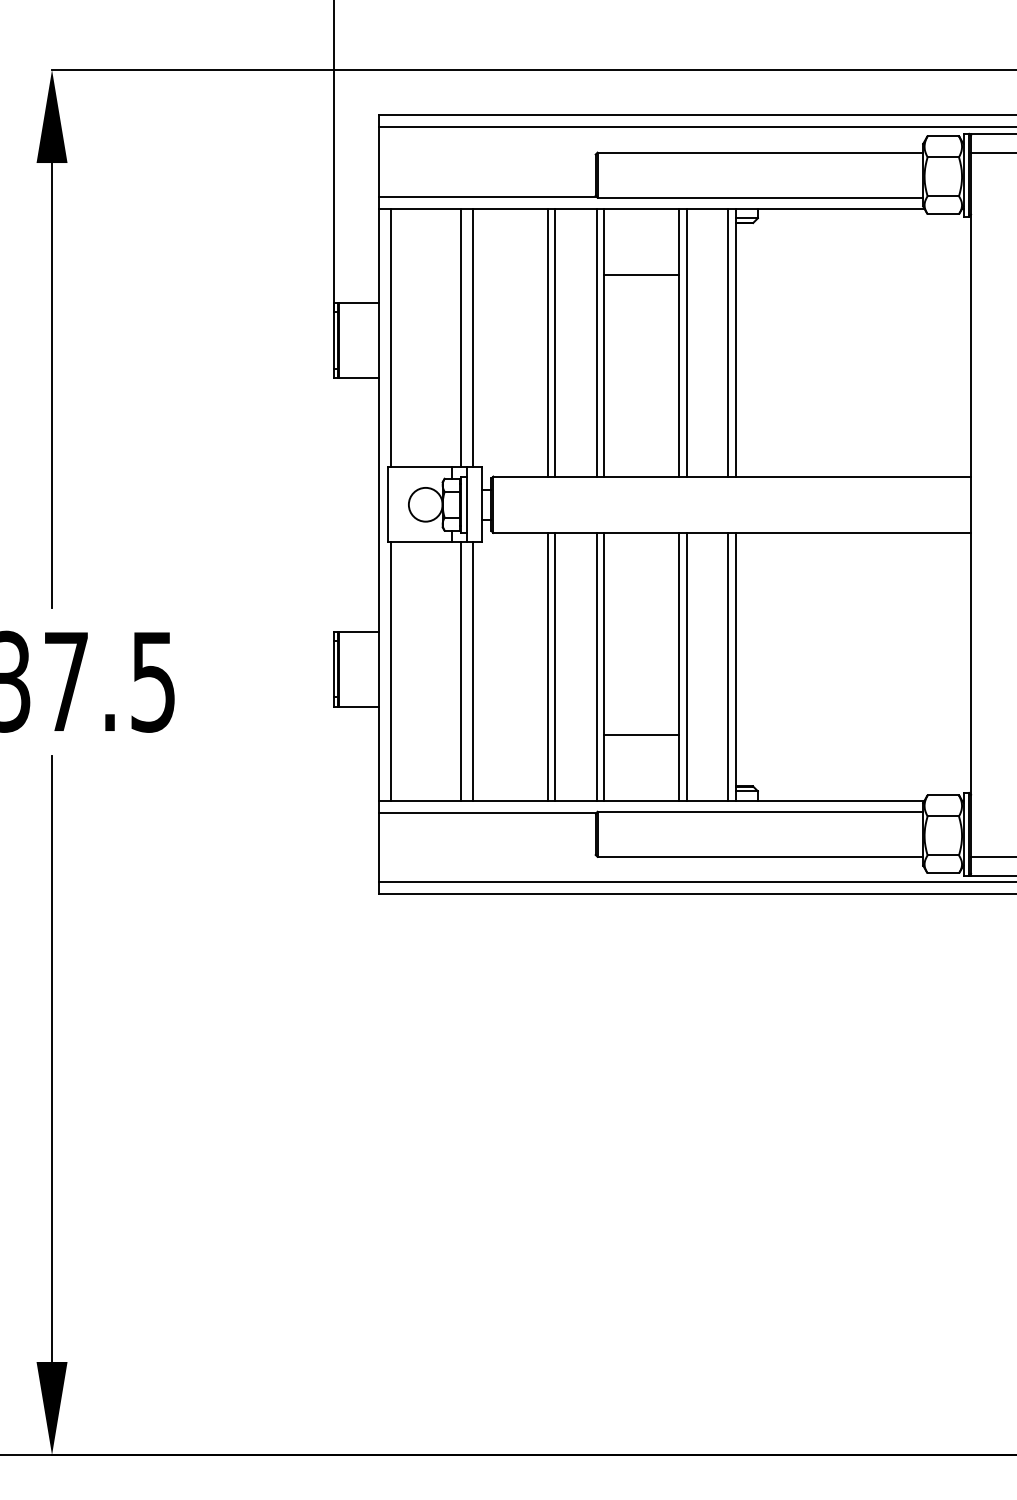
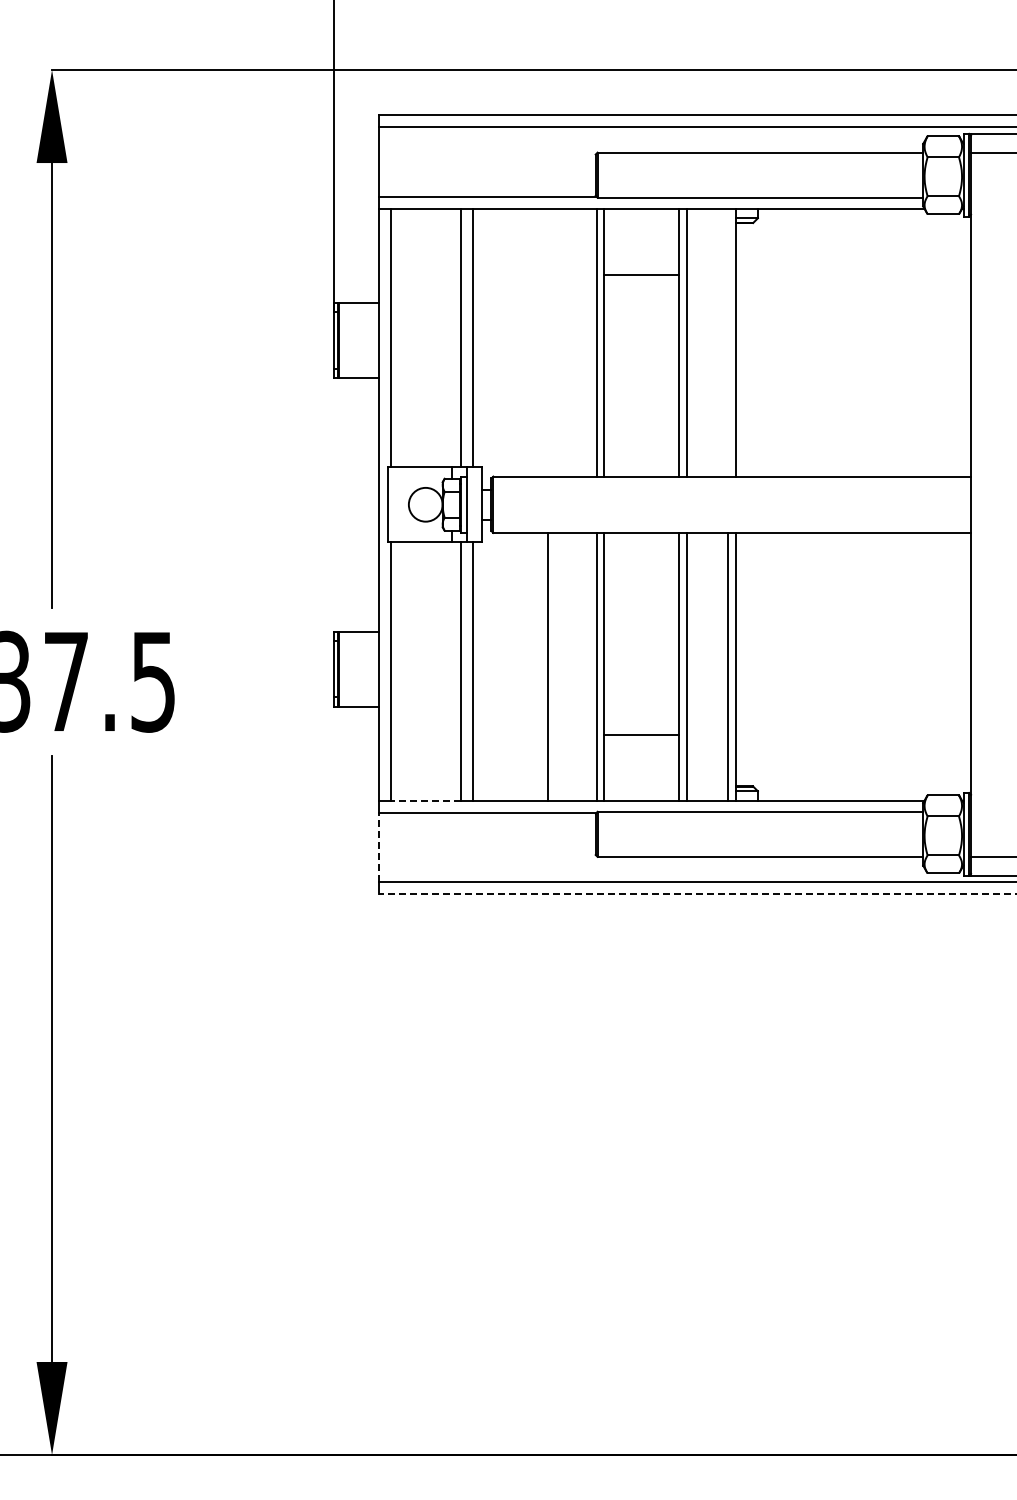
line at (547, 342): present -> none
line at (555, 342): present -> none
line at (728, 342): present -> none
line at (555, 666): present -> none
line at (425, 800): solid -> dashed
line at (378, 847): solid -> dashed
line at (697, 894): solid -> dashed
